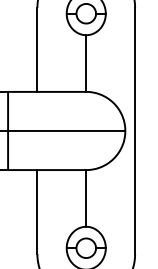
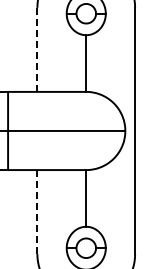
line at (37, 49): solid -> dashed
line at (37, 211): solid -> dashed
